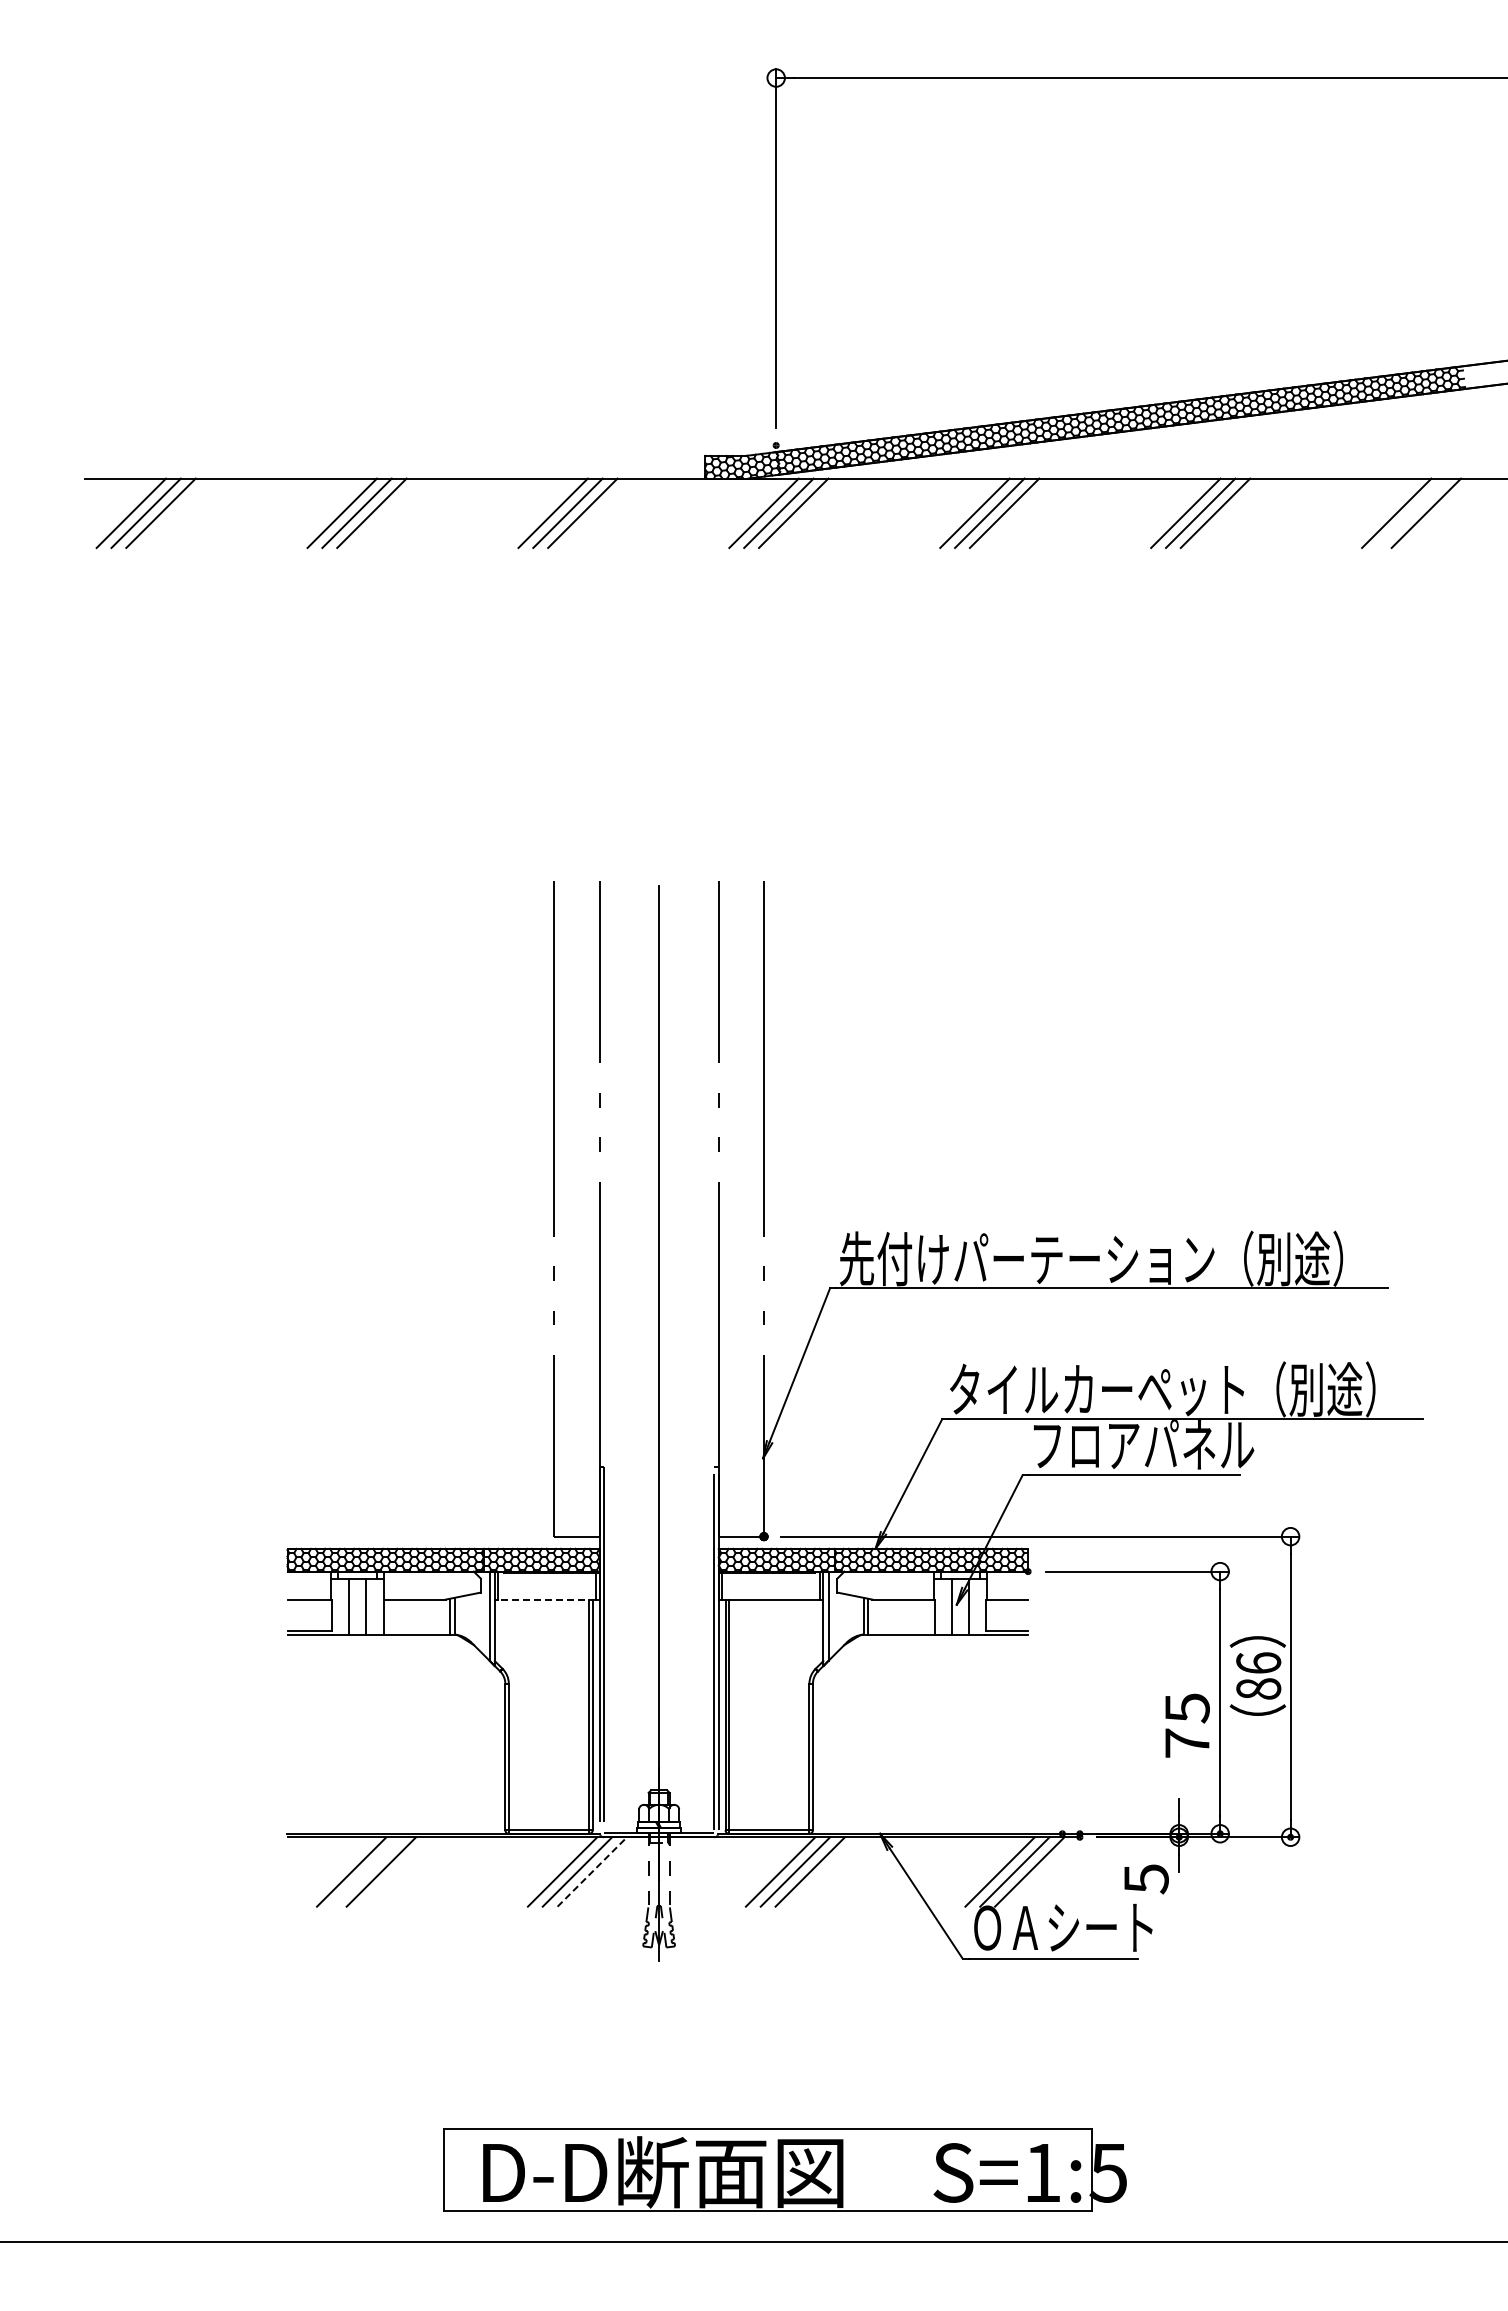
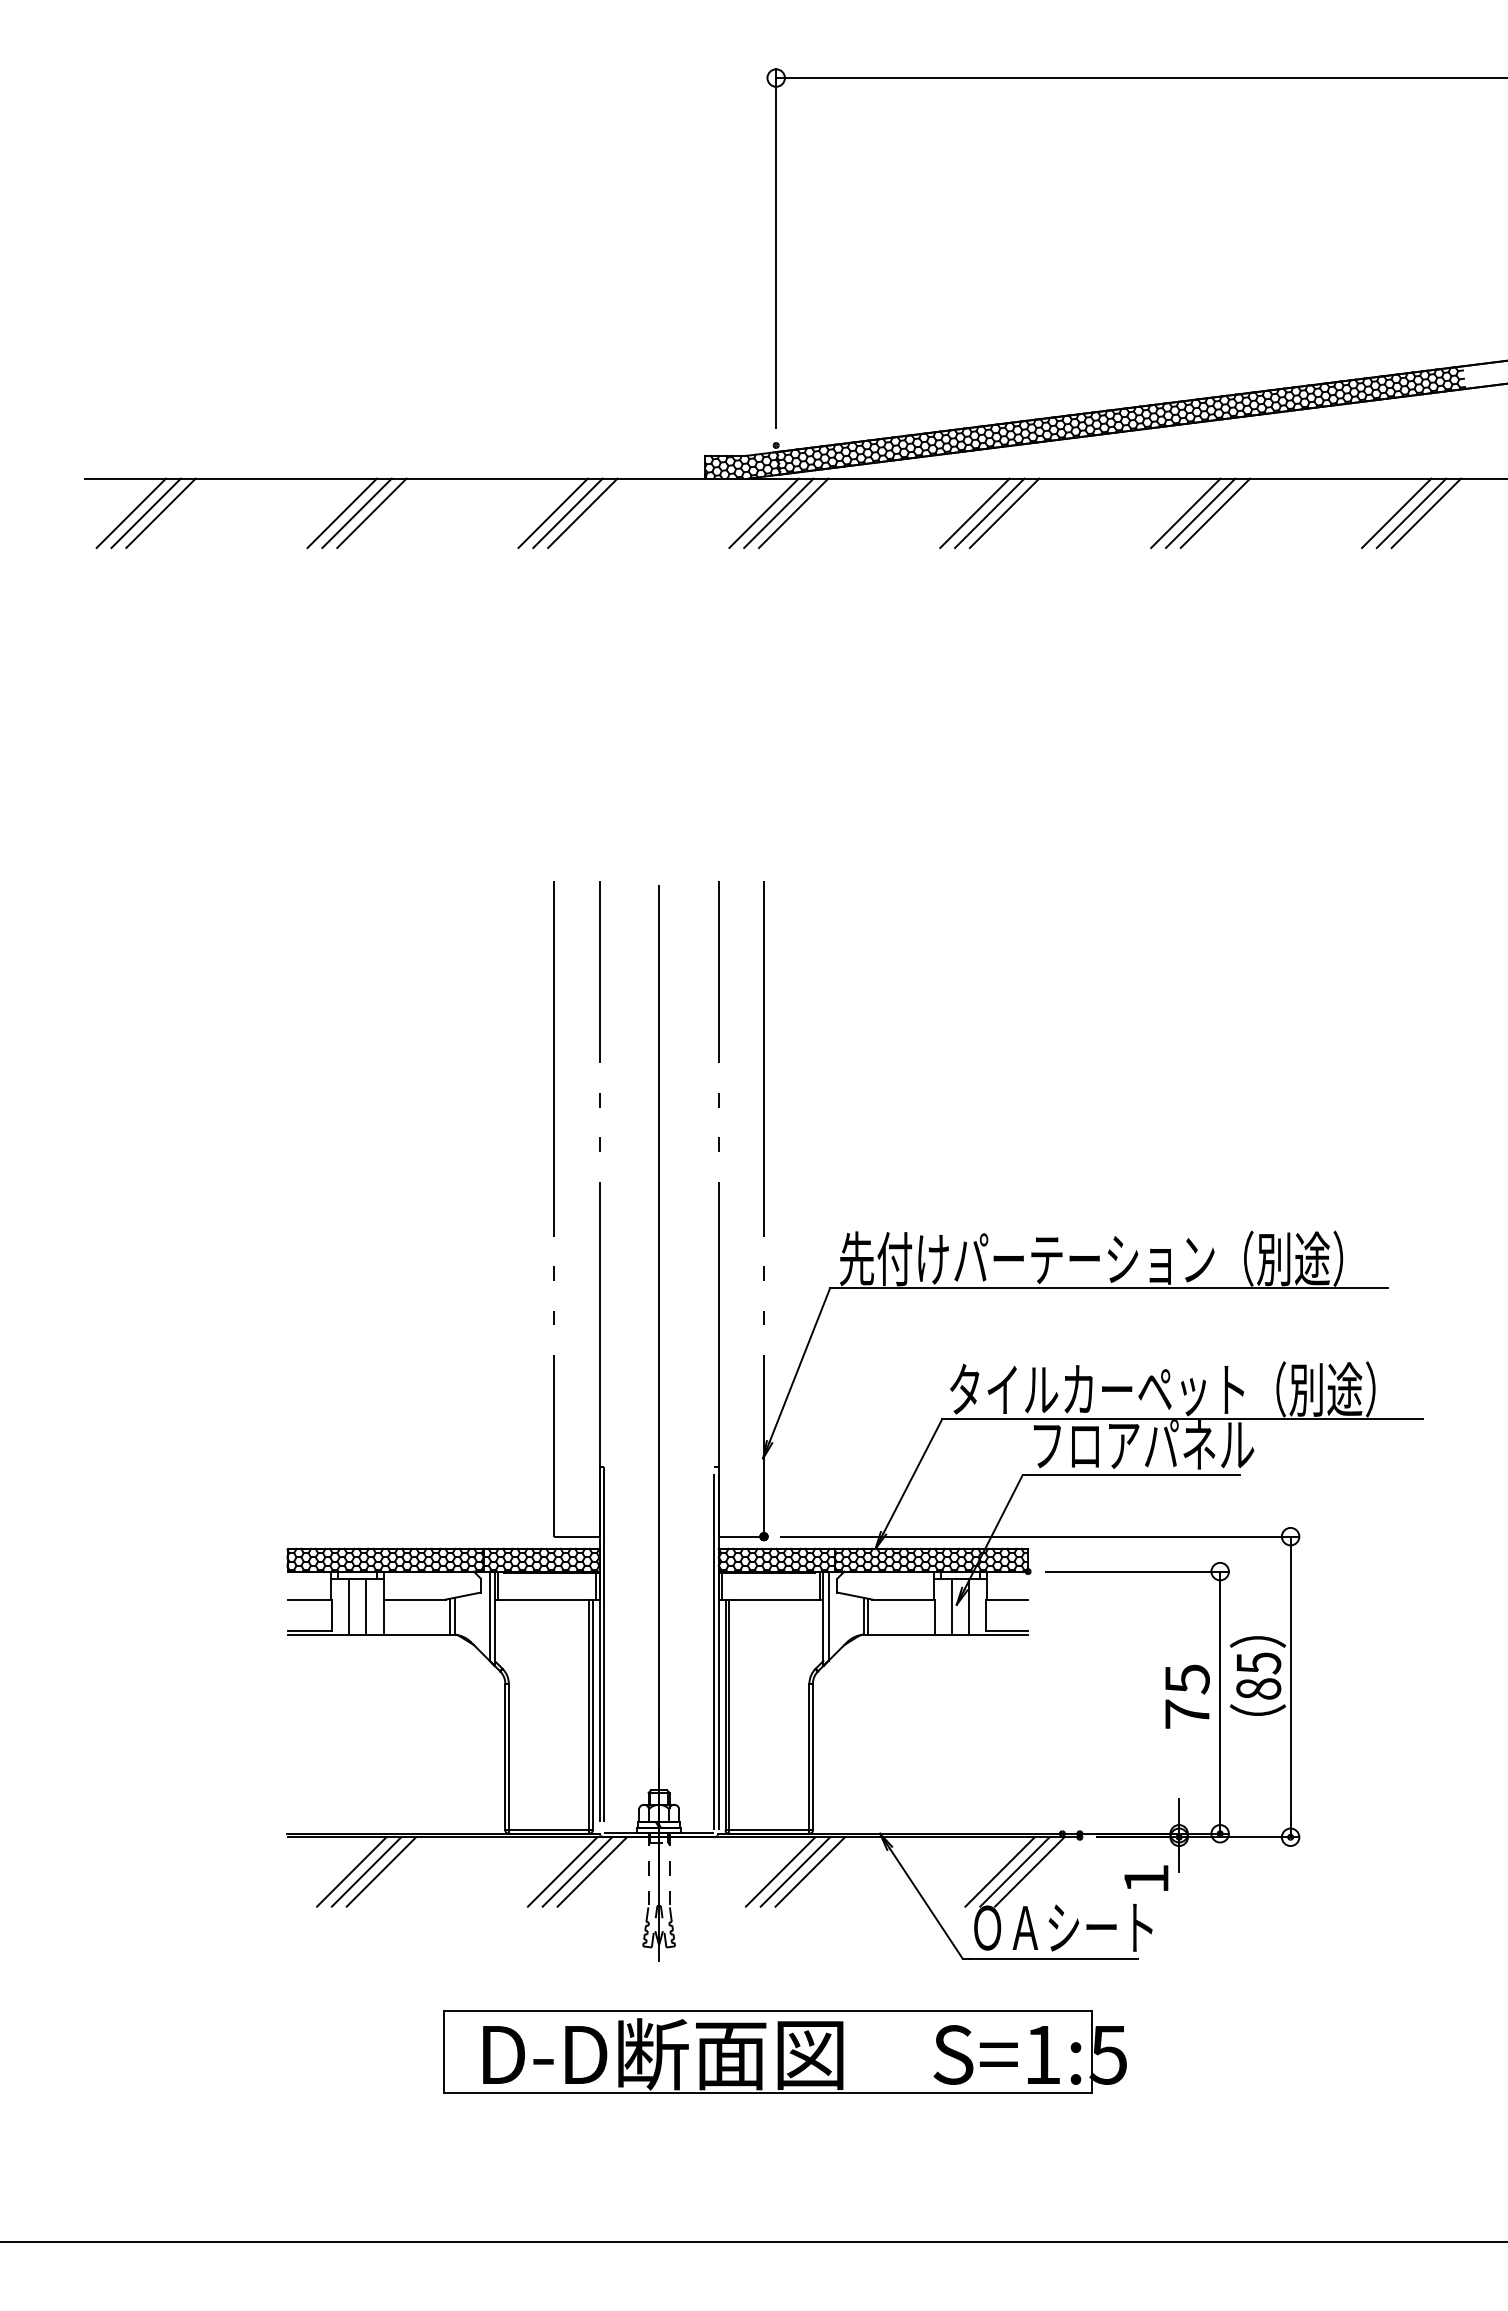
line at (1411, 513): none -> present
line at (547, 1599): dashed -> solid
text at (1258, 1663): 86 -> 85
text at (1187, 1725) position: (1187, 1725) -> (1187, 1696)
line at (366, 1871): none -> present
line at (592, 1871): dashed -> solid
text at (1146, 1879): 5 -> 1
part at (784, 2169) position: (784, 2169) -> (784, 2051)
